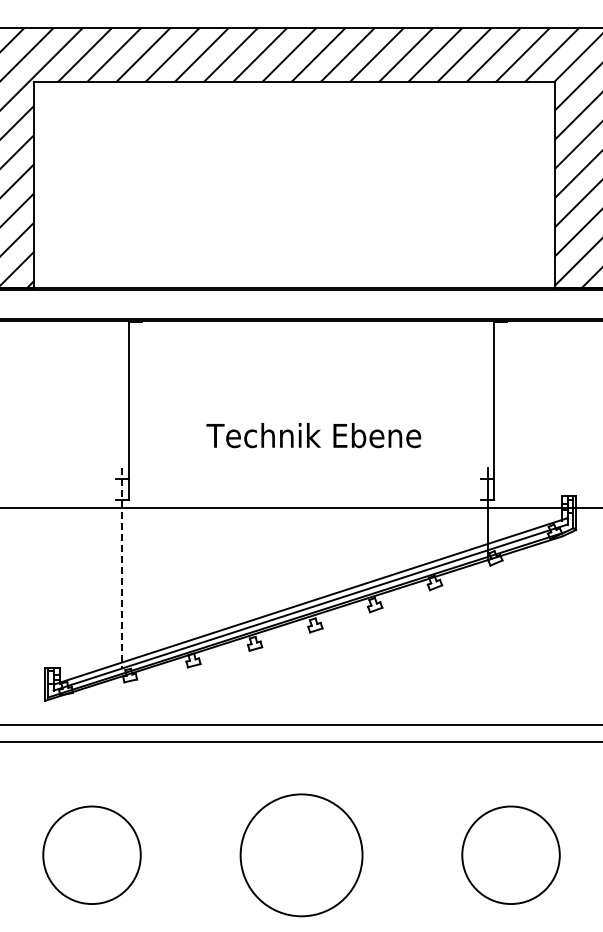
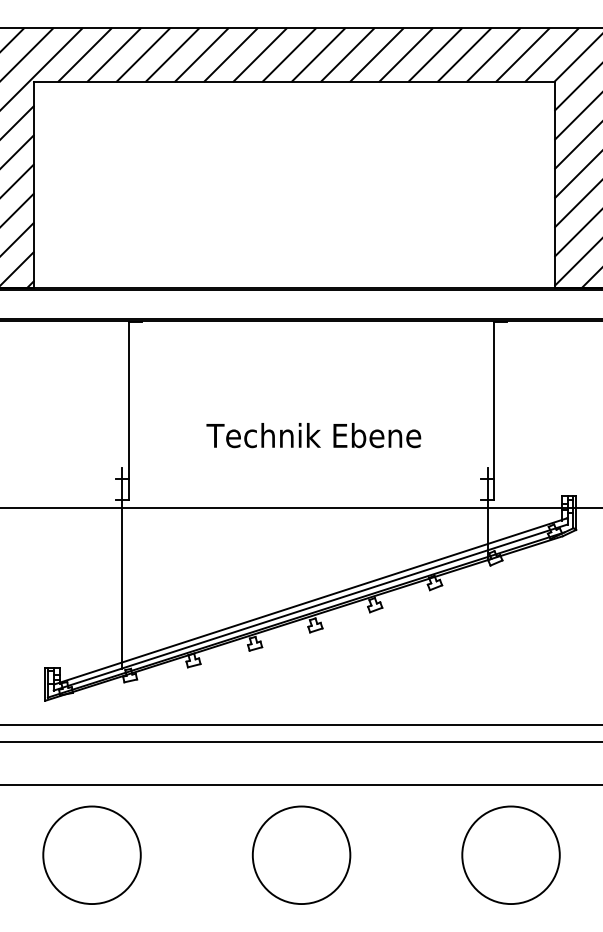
line at (122, 568): dashed -> solid
line at (300, 785): none -> present
circle at (301, 855) size: 125x125 px -> 101x100 px
